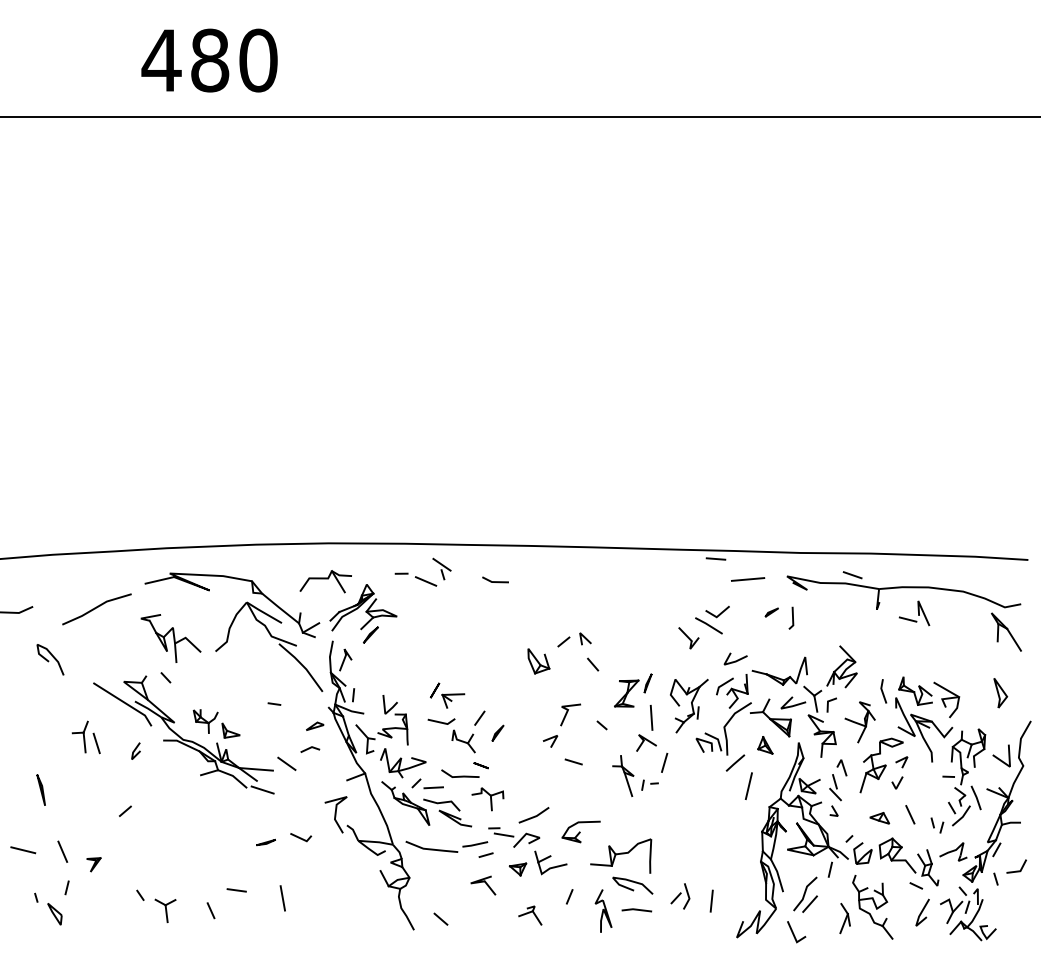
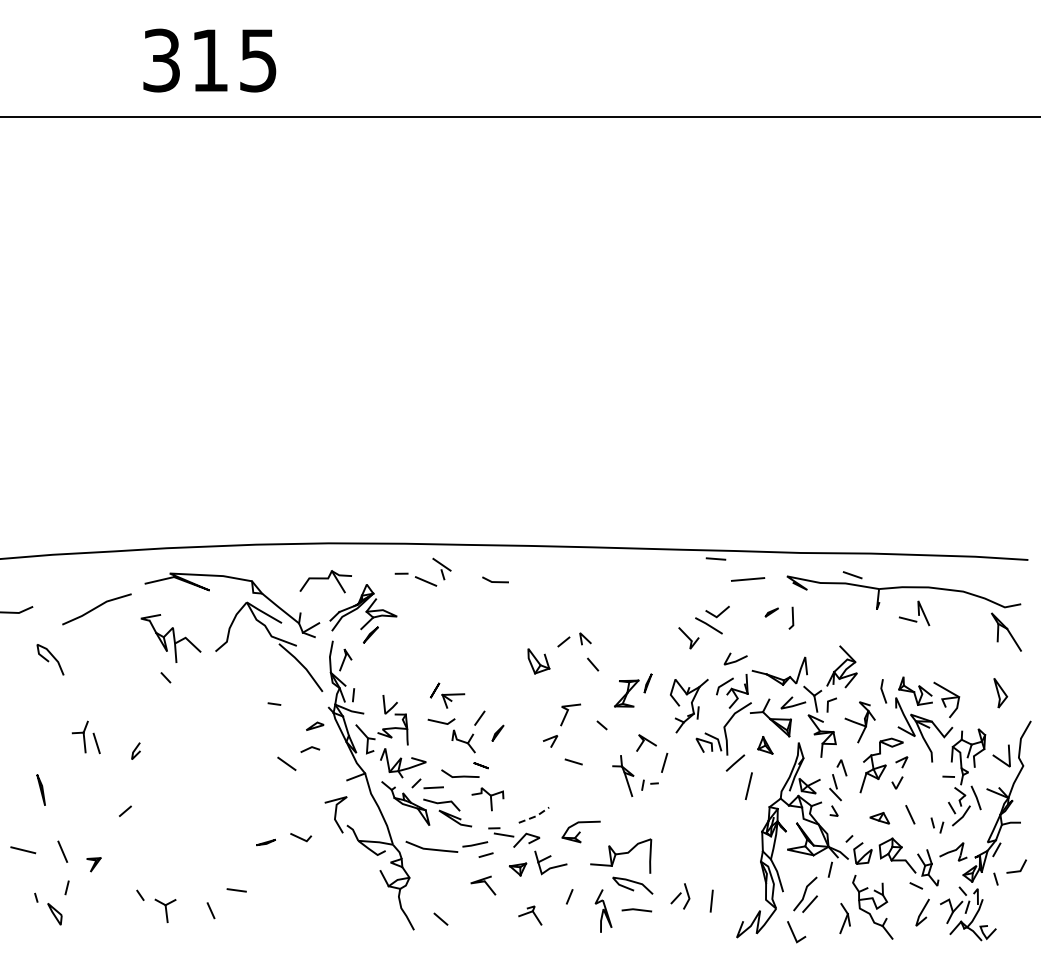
text at (209, 60): 480 -> 315
line at (651, 717): present -> none
part at (183, 734): present -> none
line at (535, 816): solid -> dashed
line at (282, 898): present -> none
